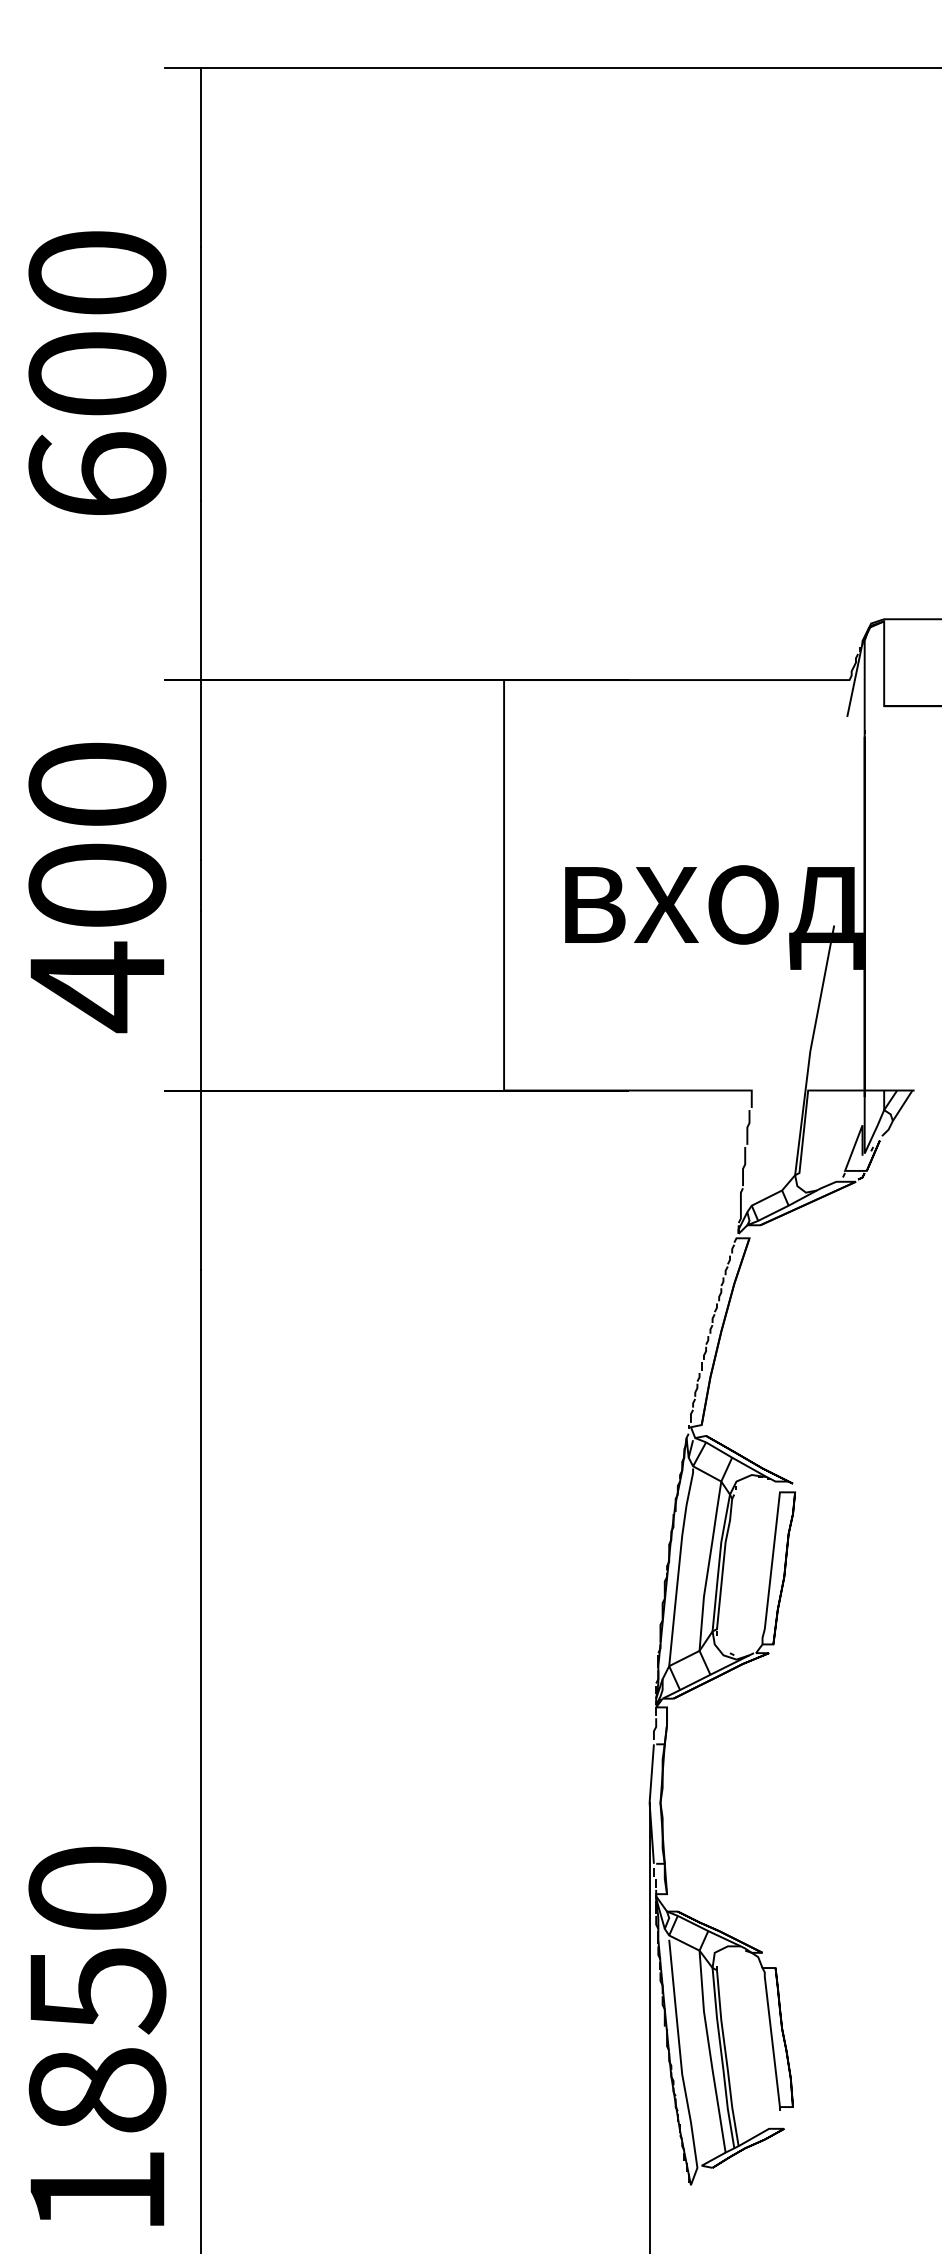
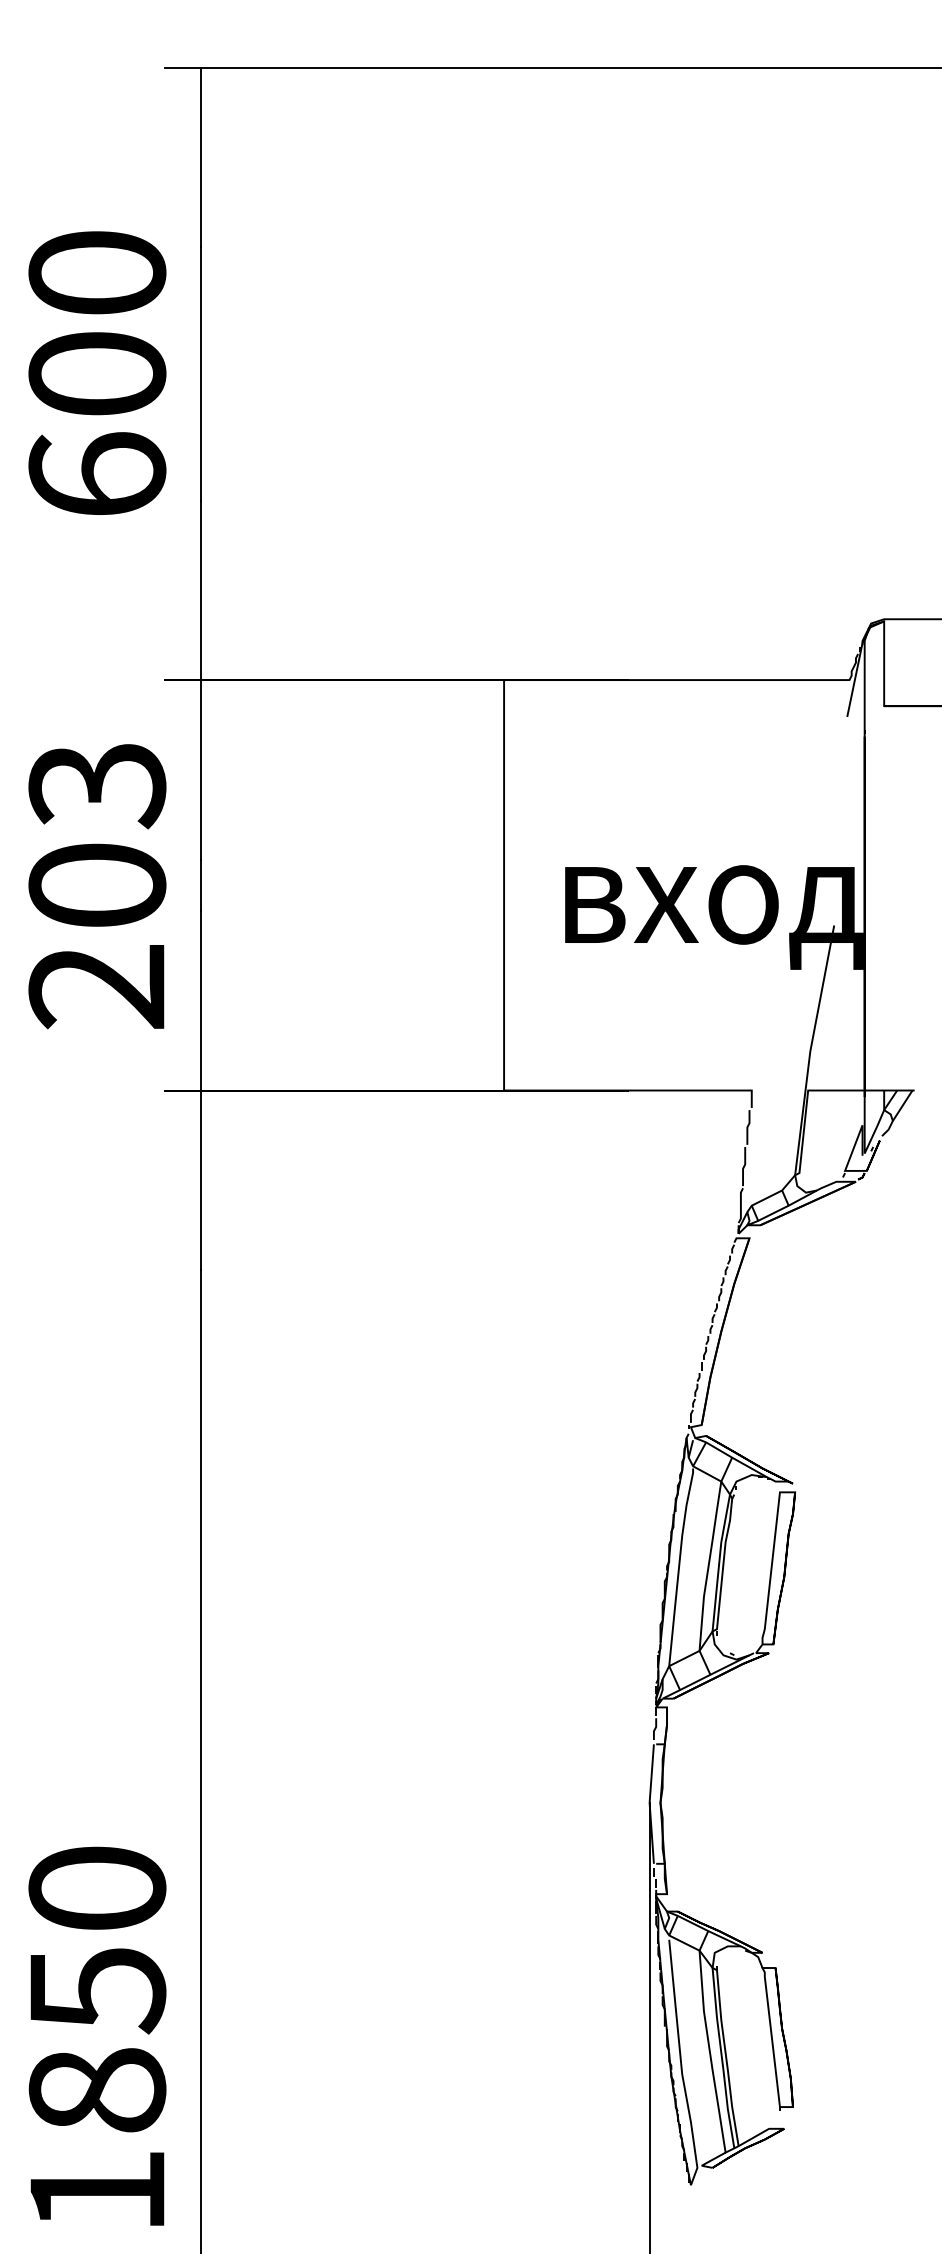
text at (97, 887): 400 -> 203
